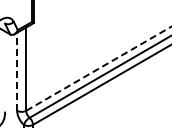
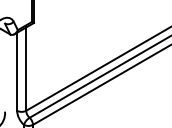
line at (98, 68): dashed -> solid
line at (17, 71): dashed -> solid
